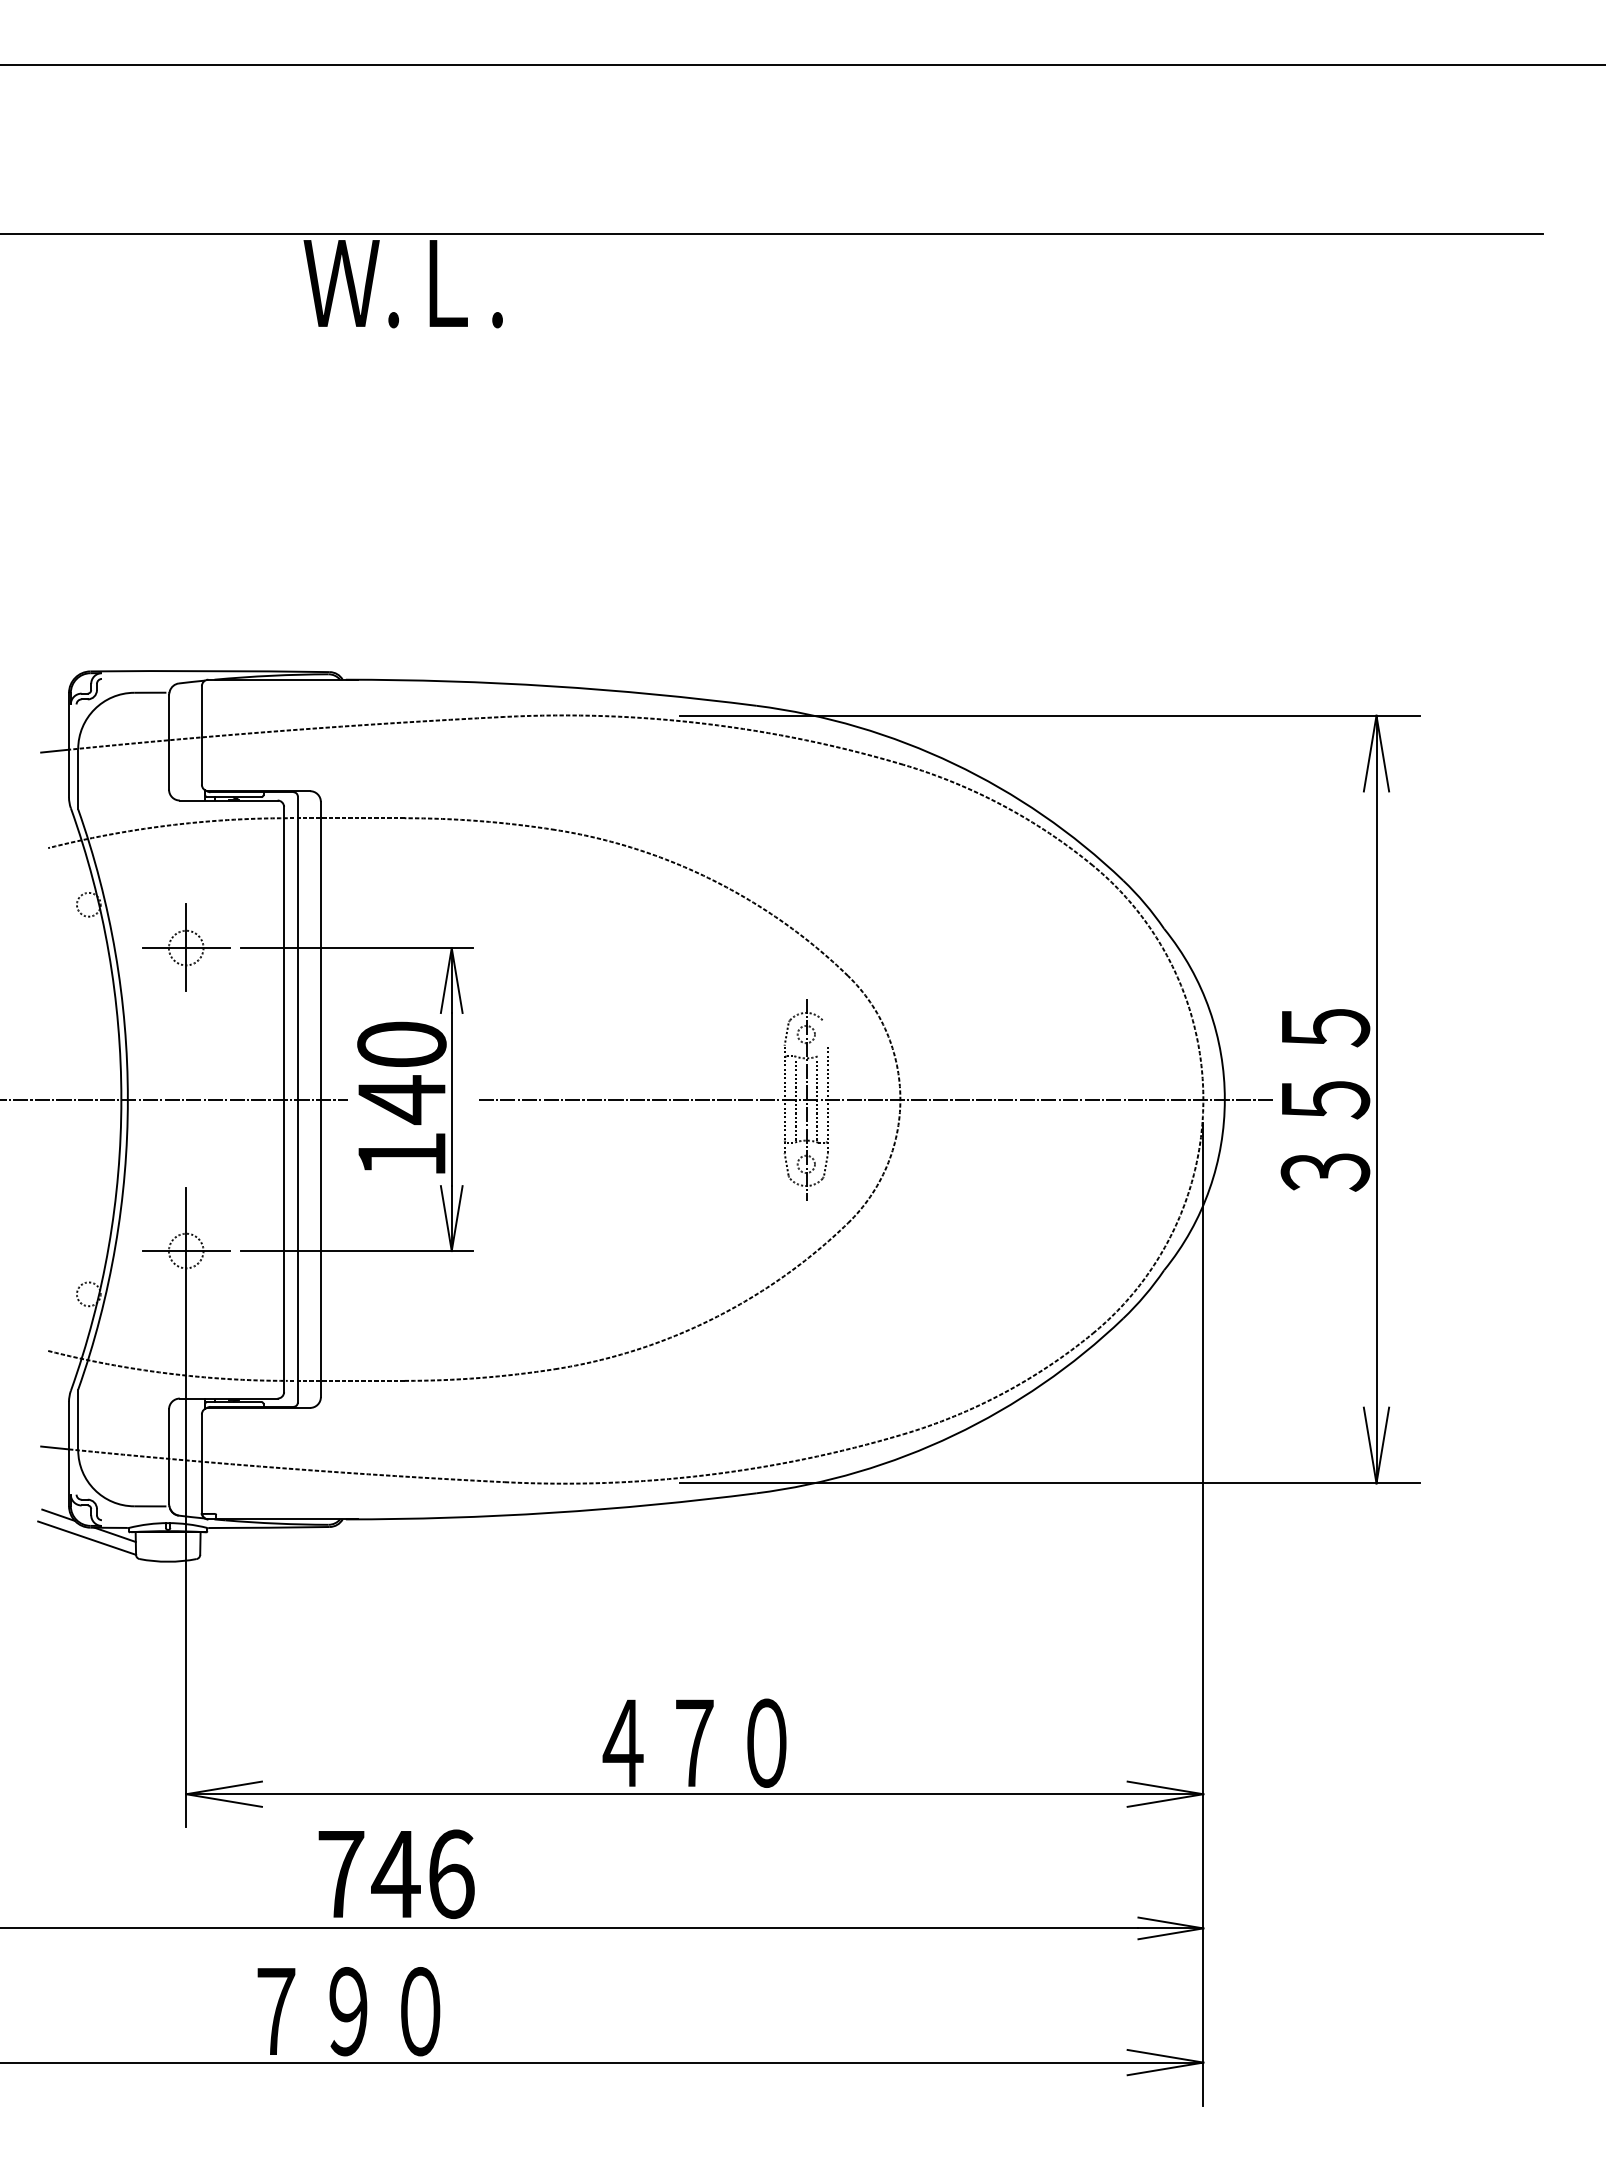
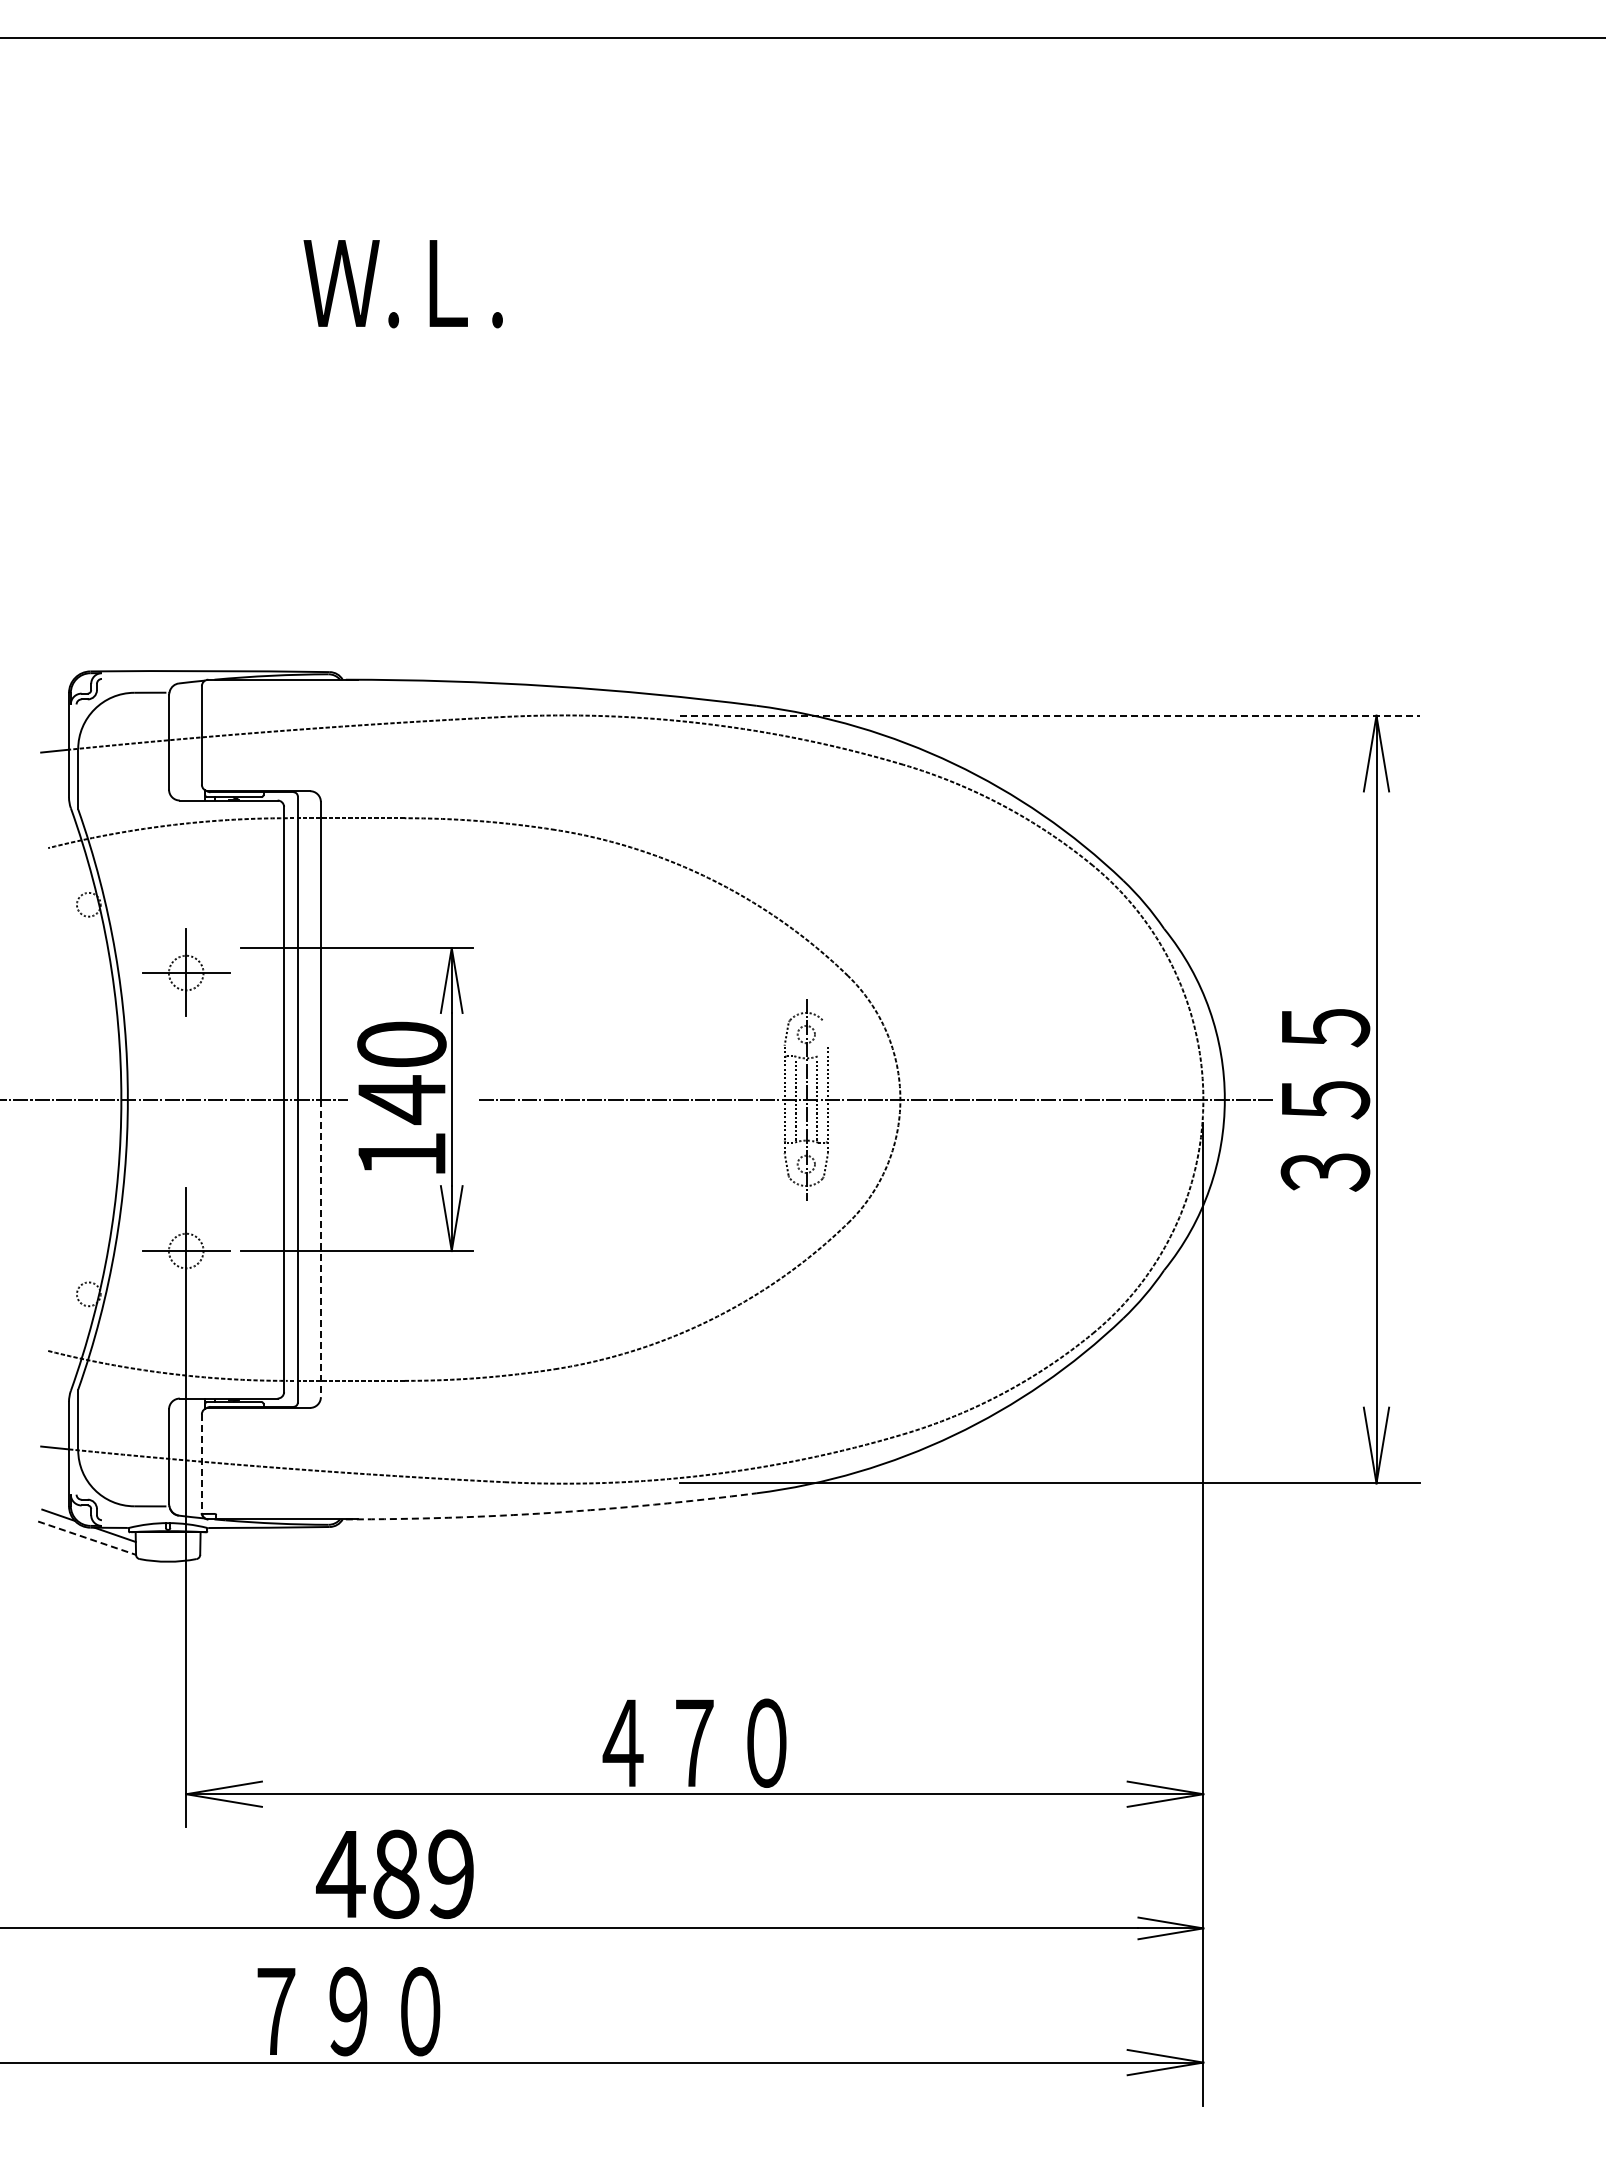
line at (802, 65) position: (802, 65) -> (802, 38)
line at (772, 233): present -> none
line at (1050, 715): solid -> dashed
part at (186, 947) position: (186, 947) -> (186, 972)
line at (320, 1248): solid -> dashed
line at (201, 1464): solid -> dashed
arc at (551, 1512): solid -> dashed
line at (87, 1538): solid -> dashed
text at (395, 1874): 746 -> 489
